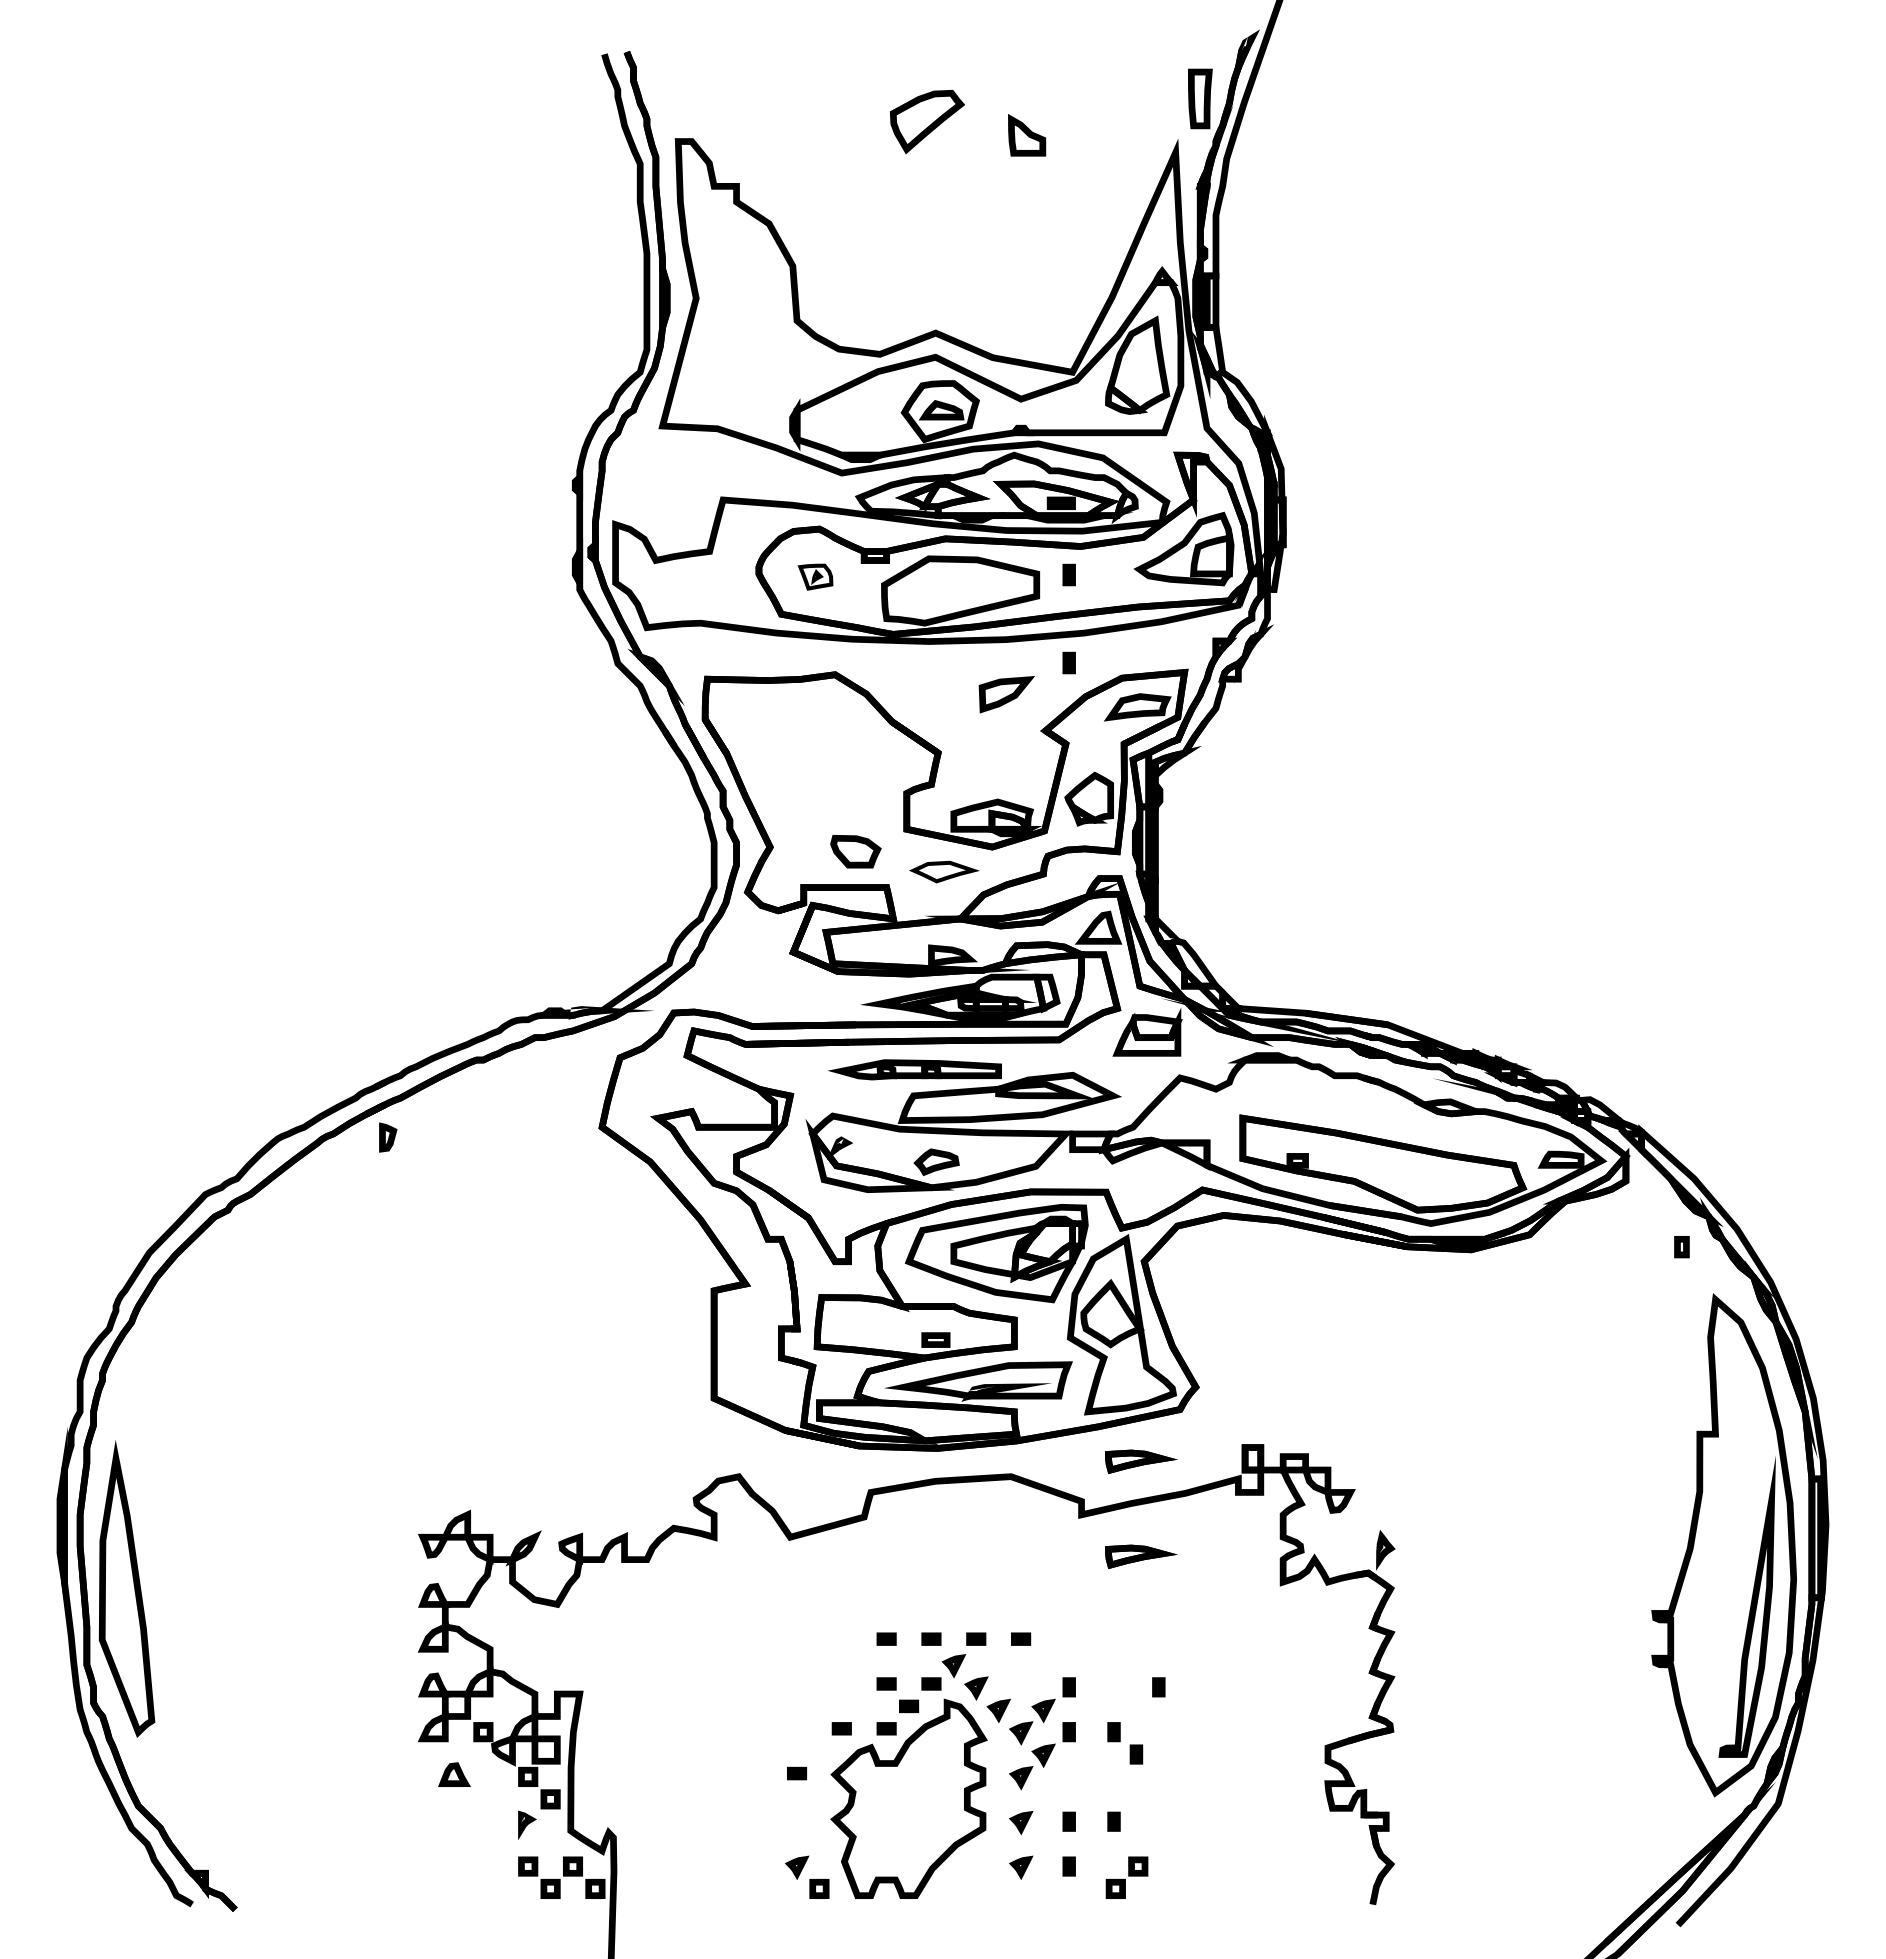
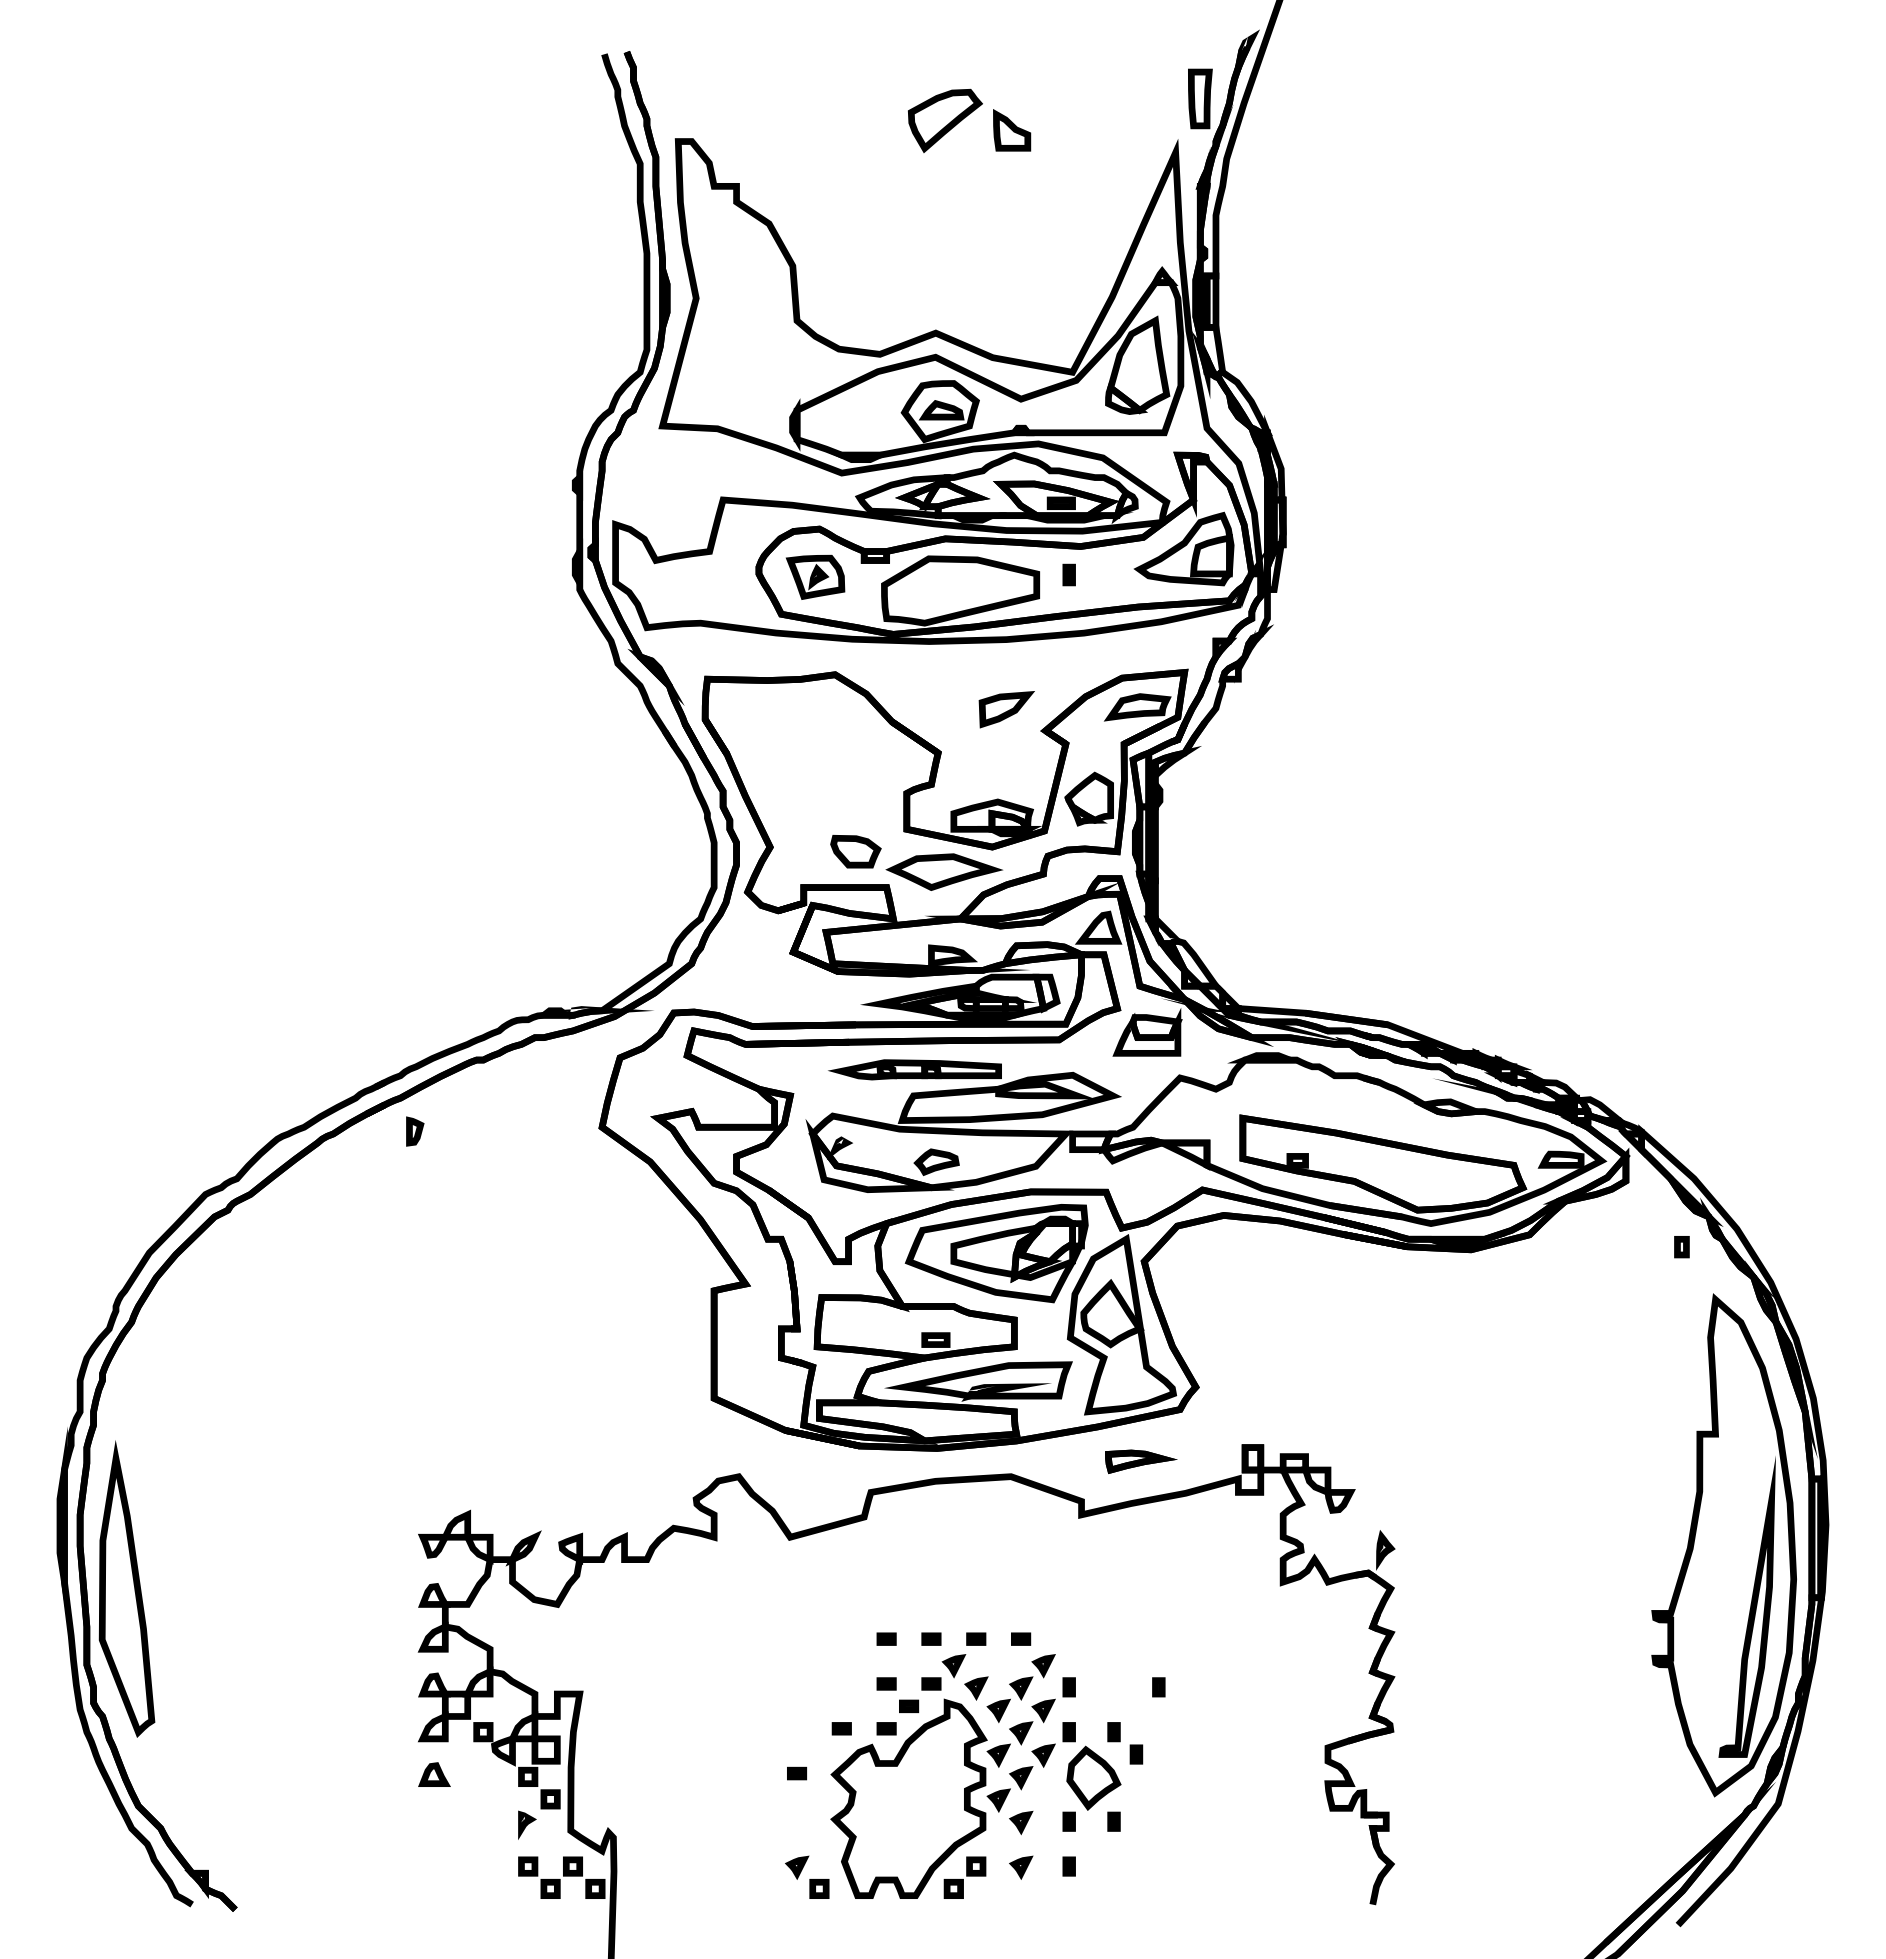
part at (927, 121) position: (927, 121) -> (945, 120)
part at (1027, 135) position: (1027, 135) -> (1012, 130)
part at (815, 576) size: 37x28 px -> 61x46 px
part at (1068, 662): present -> none
part at (1006, 694) position: (1006, 694) -> (1006, 709)
part at (944, 871) size: 71x24 px -> 119x38 px
part at (388, 1137) position: (388, 1137) -> (415, 1131)
part at (1141, 1556): present -> none
part at (1032, 1677): none -> present
part at (998, 1755): none -> present
part at (454, 1774) position: (454, 1774) -> (434, 1774)
part at (1093, 1777): none -> present
part at (998, 1800): none -> present
part at (1126, 1877) position: (1126, 1877) -> (964, 1877)
